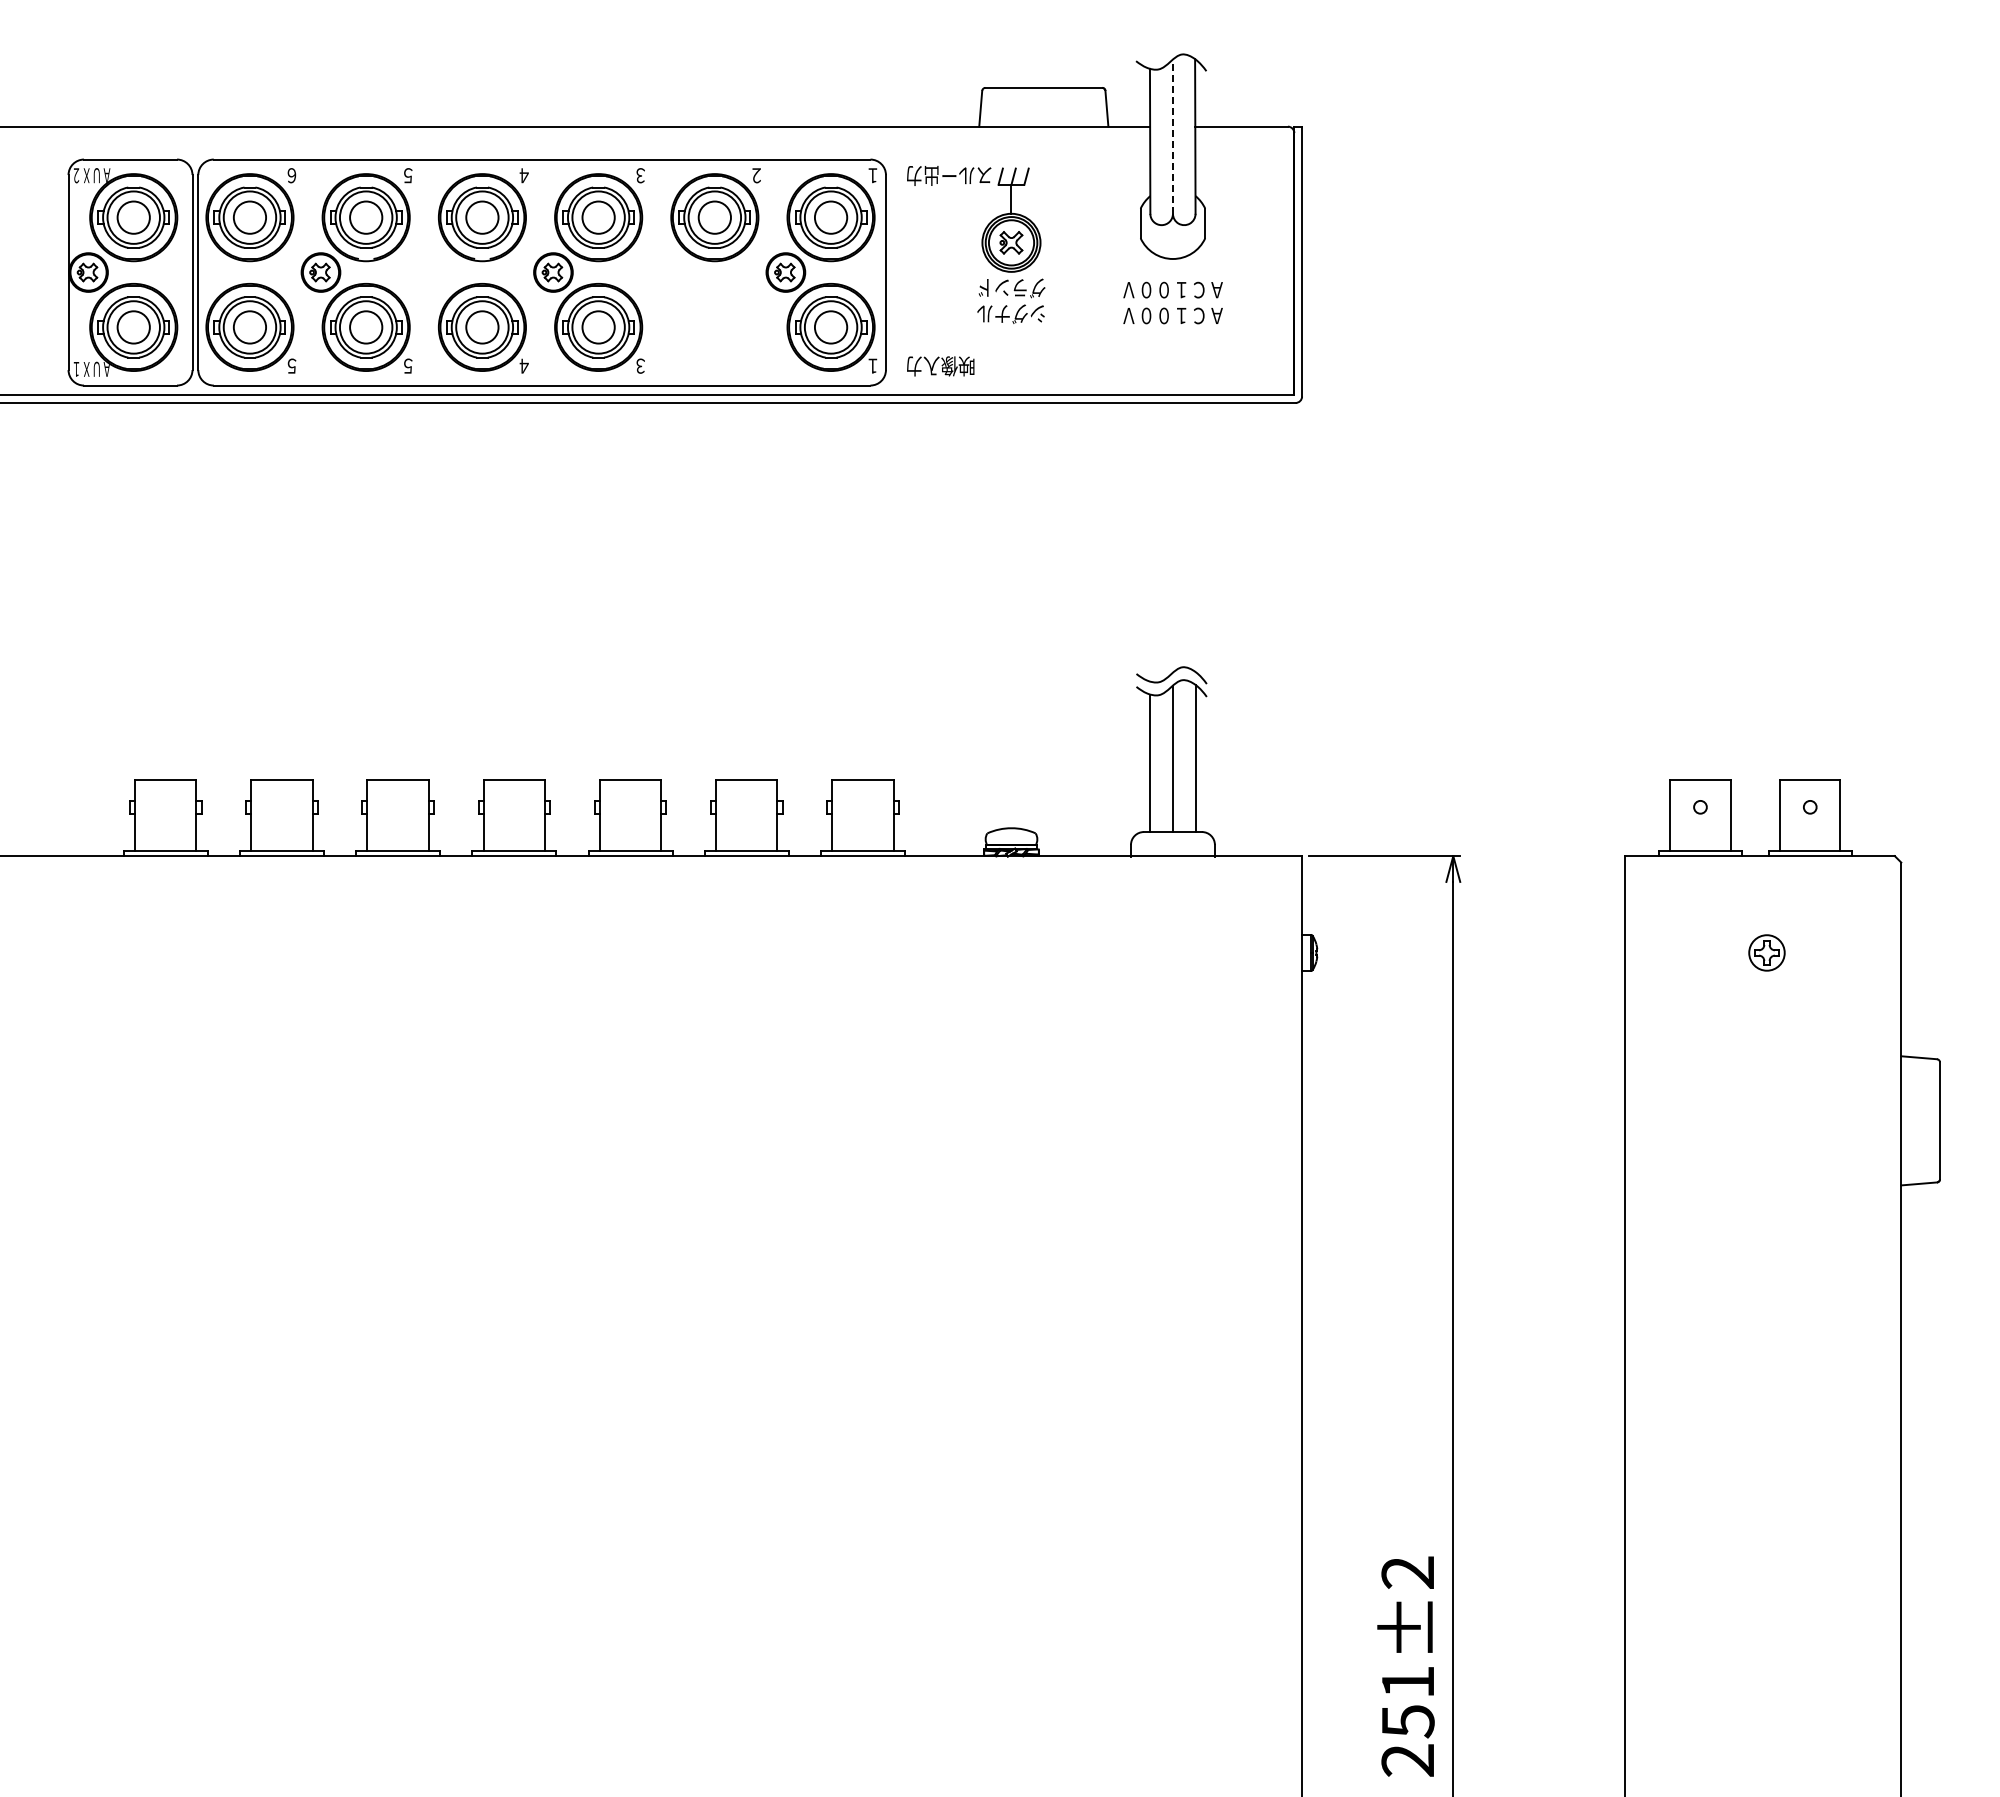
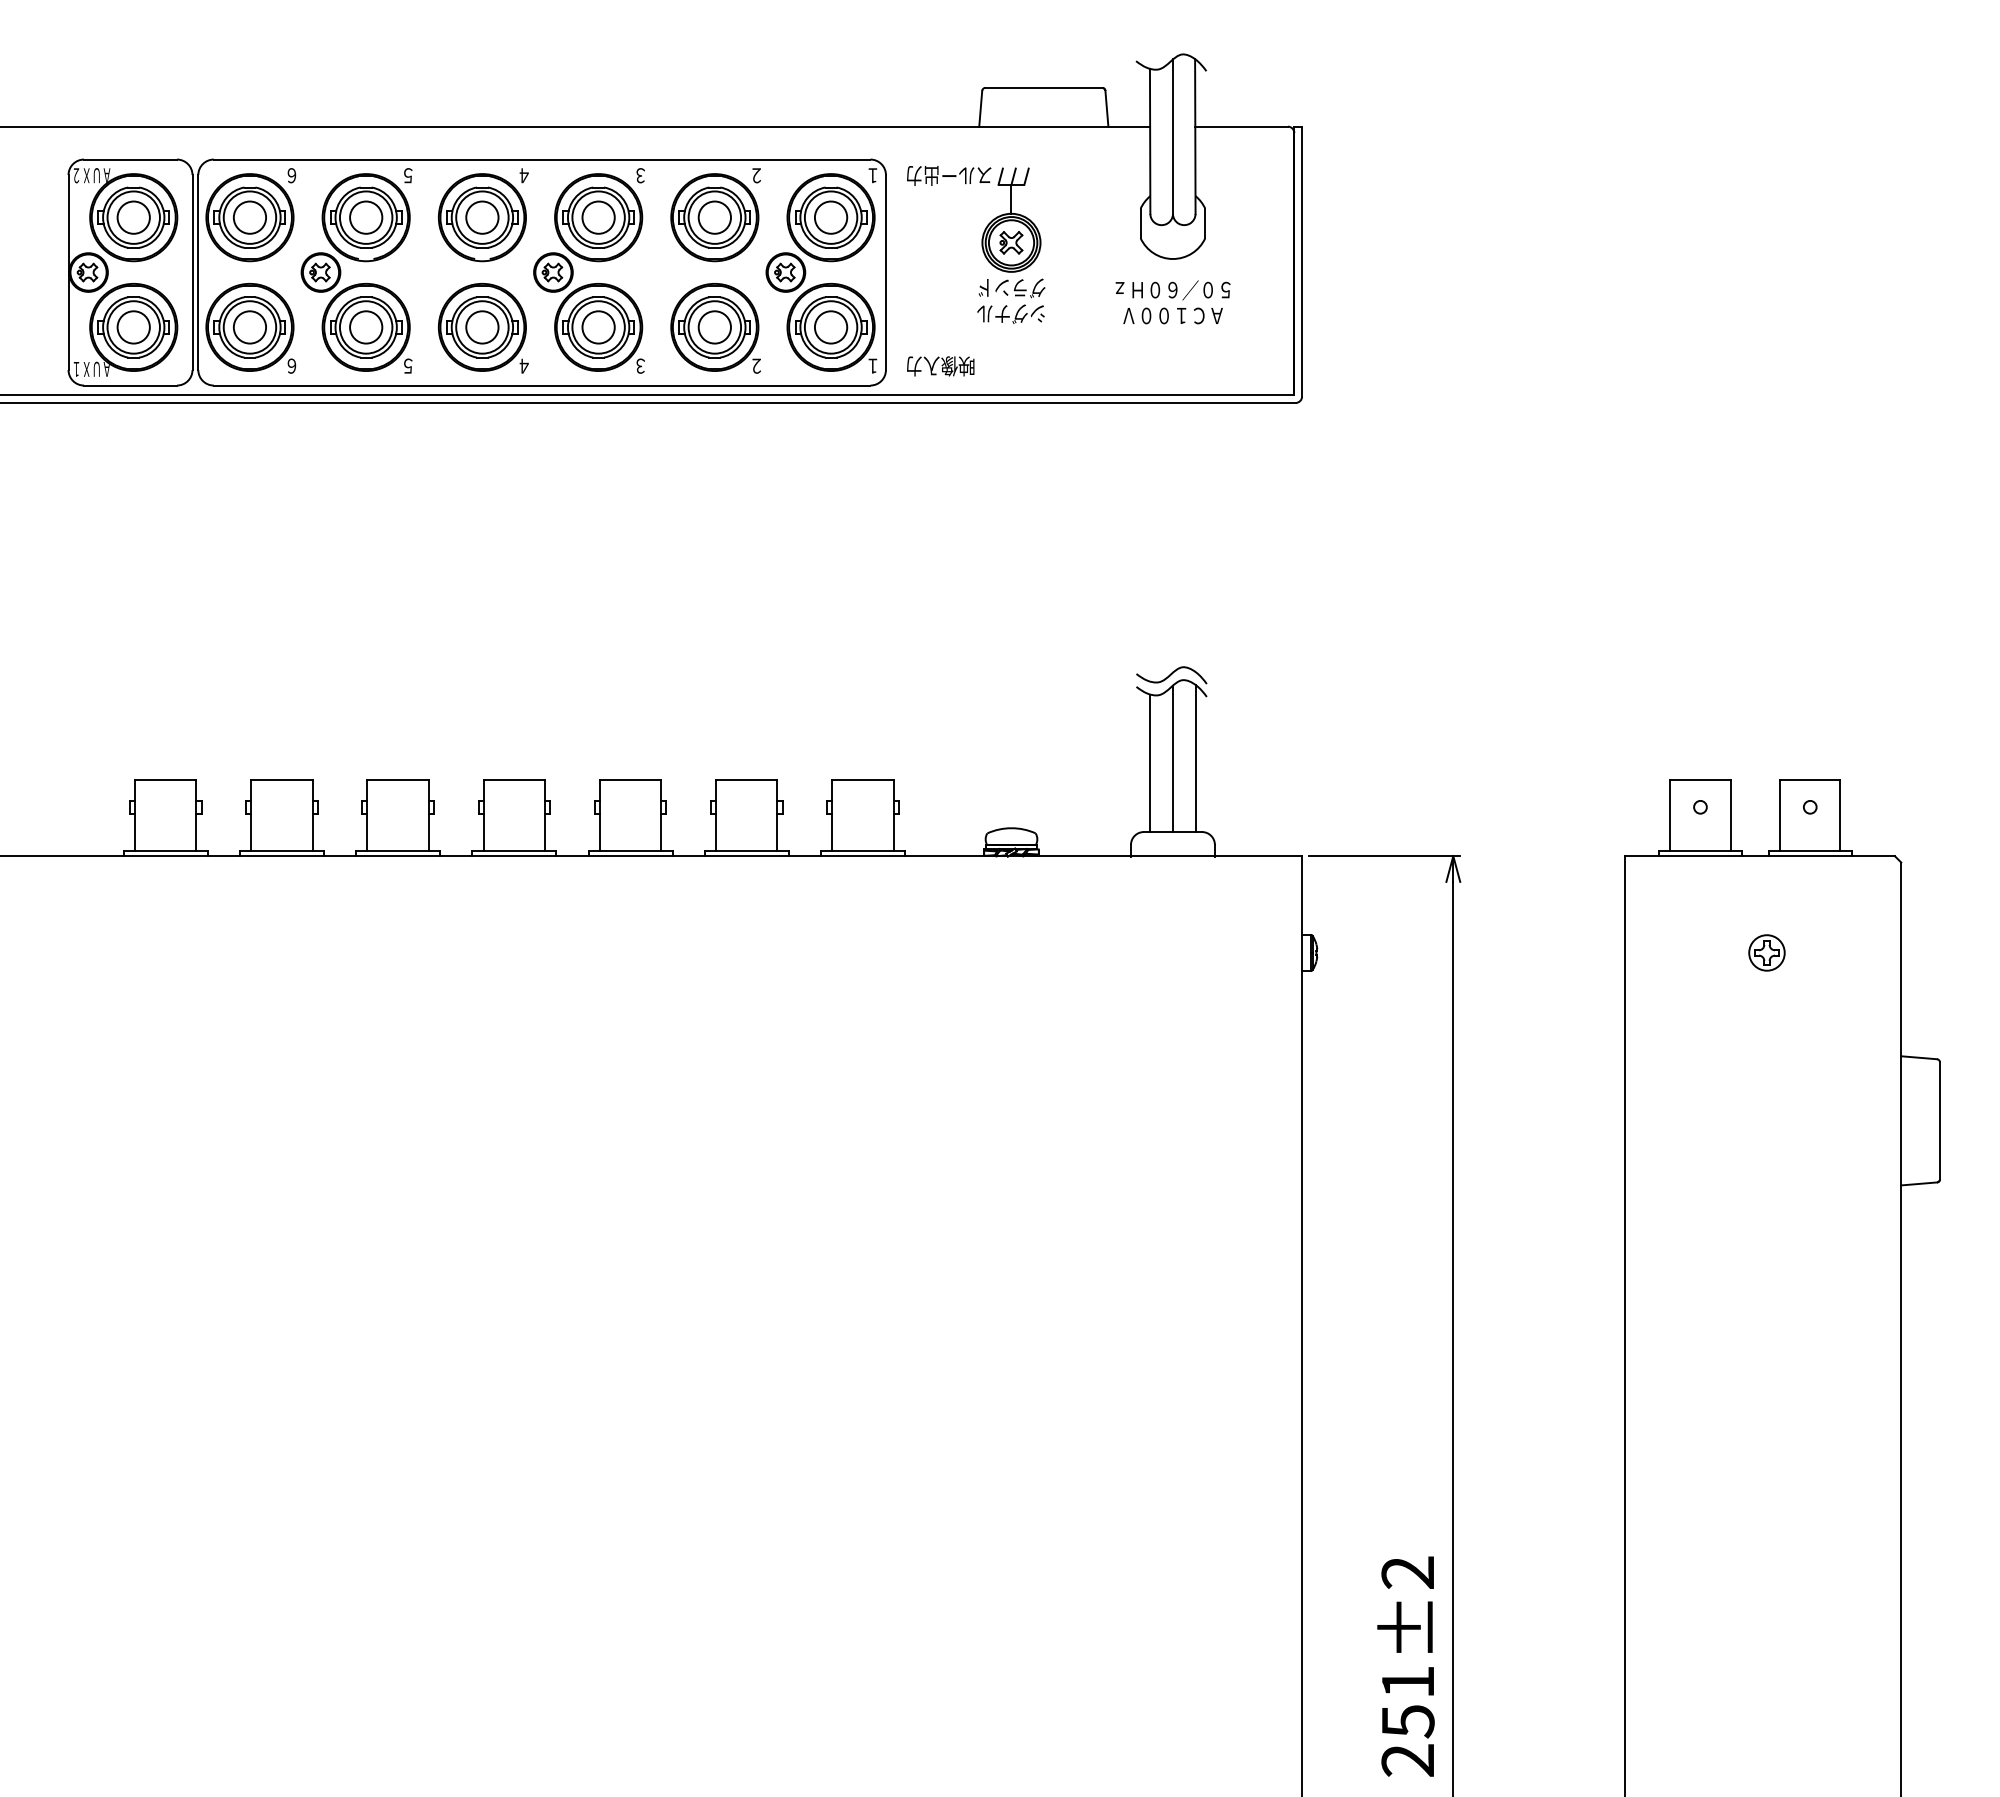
line at (1172, 136): dashed -> solid
text at (1172, 290): ＡＣ１００Ｖ -> ５０／６０Ｈｚ
part at (715, 328): none -> present
text at (291, 365): ５ -> ６
